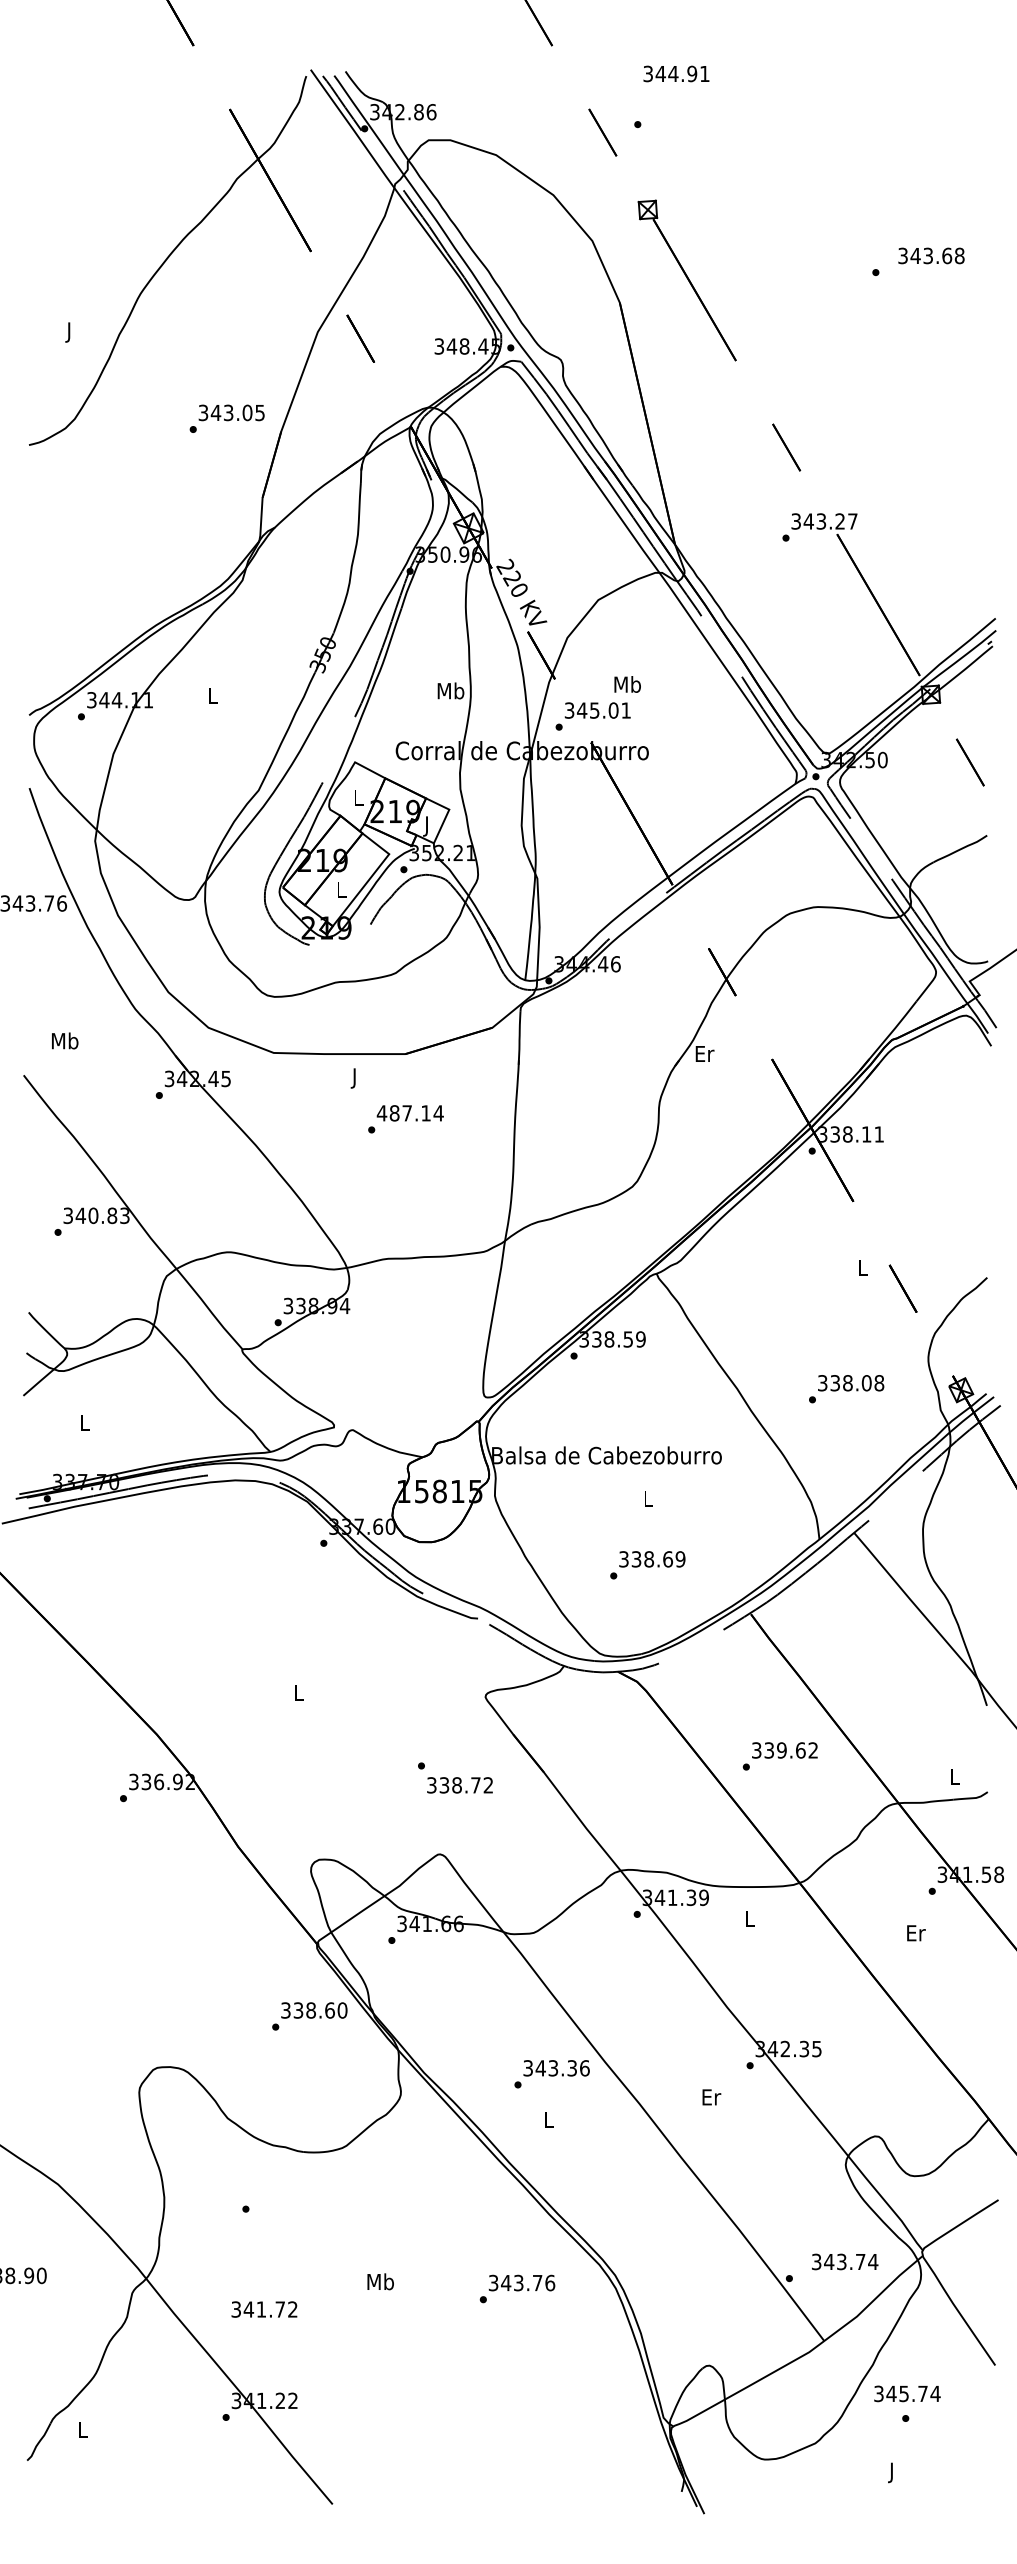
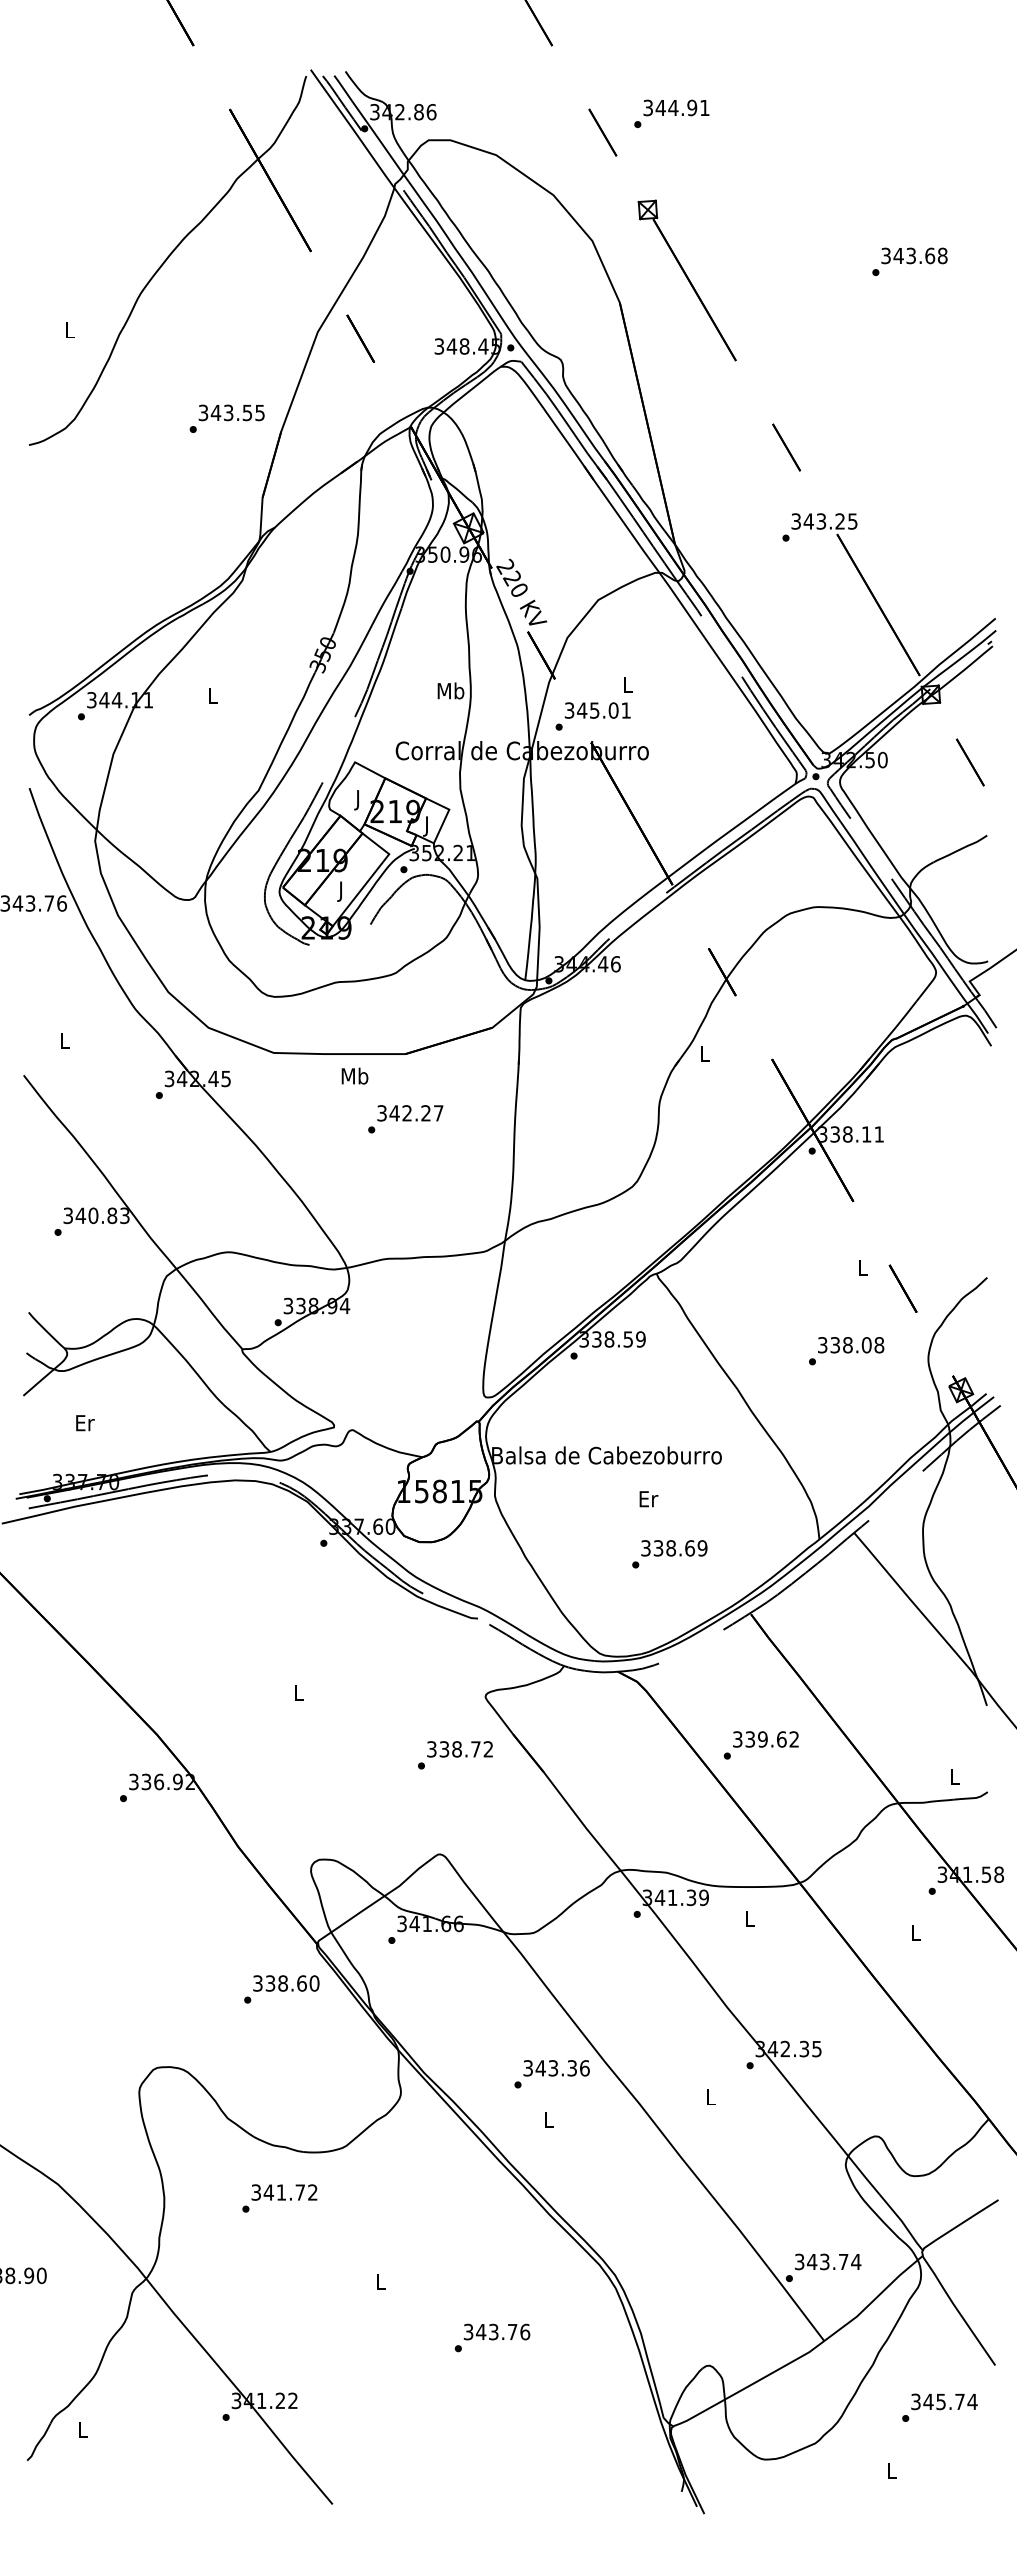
text at (676, 73) position: (676, 73) -> (676, 107)
text at (931, 255) position: (931, 255) -> (914, 255)
text at (69, 332): J -> L
text at (247, 412): 343.05 -> 343.55
text at (852, 521): 343.27 -> 343.25
text at (627, 684): Mb -> L
text at (358, 800): L -> J
text at (341, 891): L -> J
text at (65, 1040): Mb -> L
text at (704, 1053): Er -> L
text at (354, 1077): J -> Mb
text at (409, 1113): 487.14 -> 342.27
text at (846, 1389) position: (846, 1389) -> (846, 1351)
text at (85, 1423): L -> Er
text at (648, 1499): L -> Er
text at (647, 1565) position: (647, 1565) -> (669, 1554)
text at (779, 1756) position: (779, 1756) -> (760, 1745)
text at (459, 1785) position: (459, 1785) -> (459, 1749)
text at (916, 1933): Er -> L
text at (309, 2016) position: (309, 2016) -> (281, 1989)
text at (711, 2097): Er -> L
text at (845, 2261) position: (845, 2261) -> (828, 2261)
text at (380, 2281): Mb -> L
text at (517, 2288) position: (517, 2288) -> (492, 2337)
text at (264, 2309) position: (264, 2309) -> (284, 2192)
text at (907, 2393) position: (907, 2393) -> (944, 2401)
text at (892, 2472): J -> L
